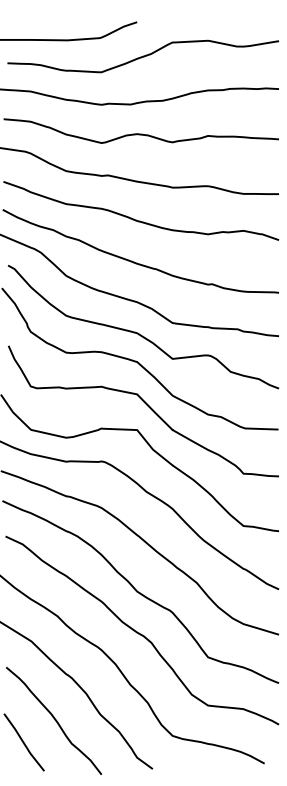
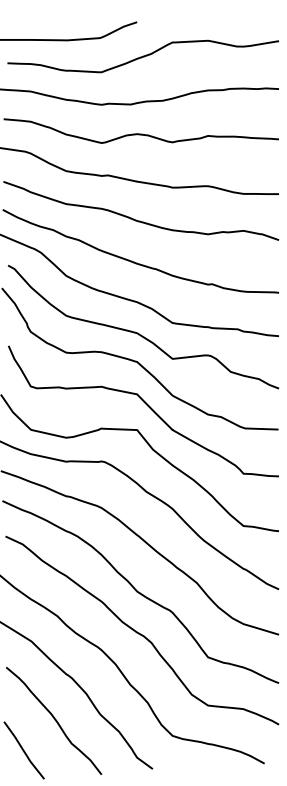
curve at (23, 742) position: (23, 742) -> (23, 750)
